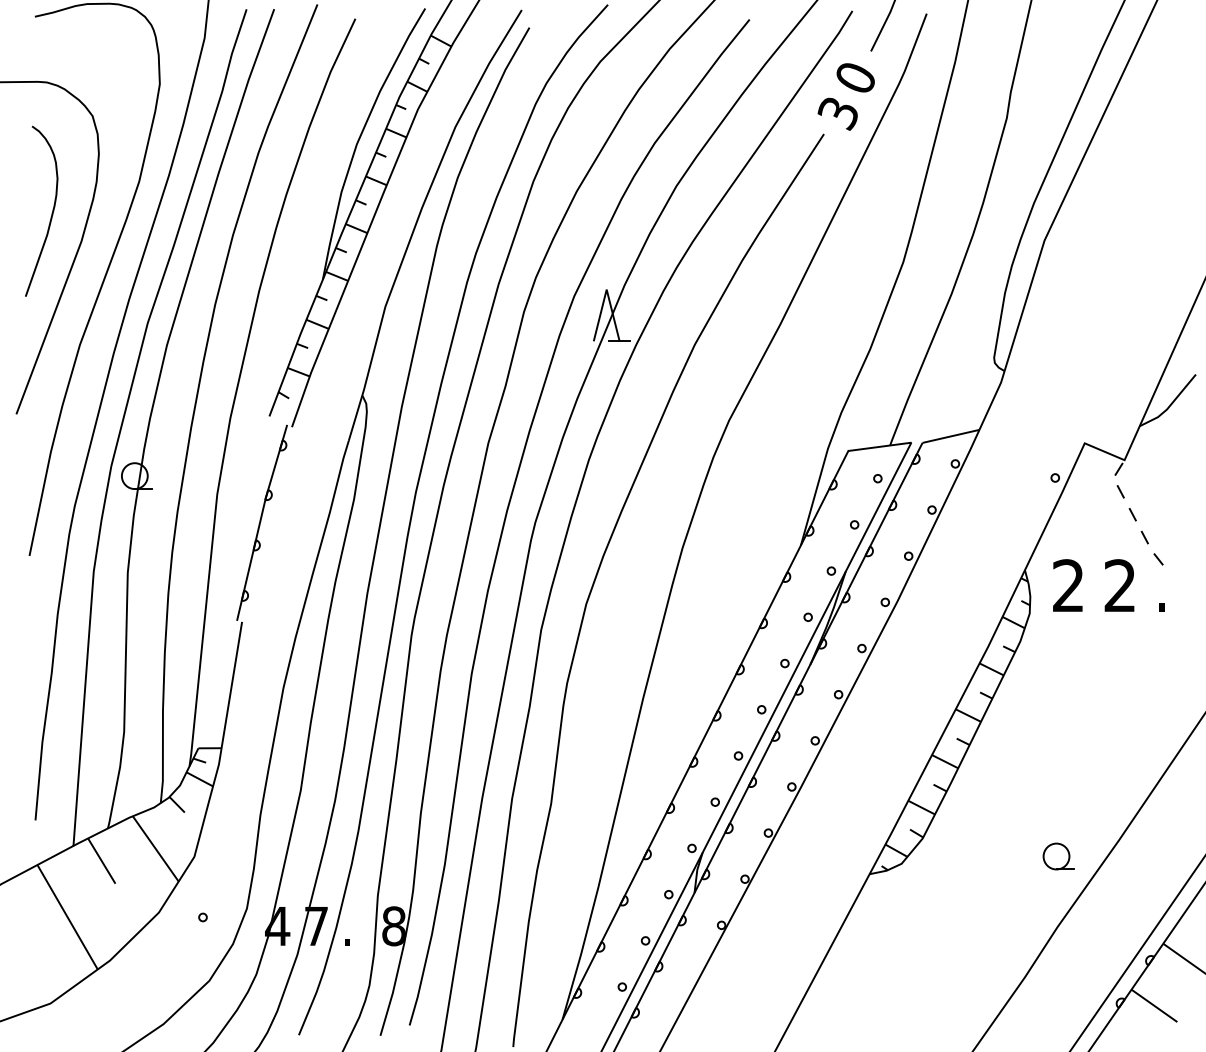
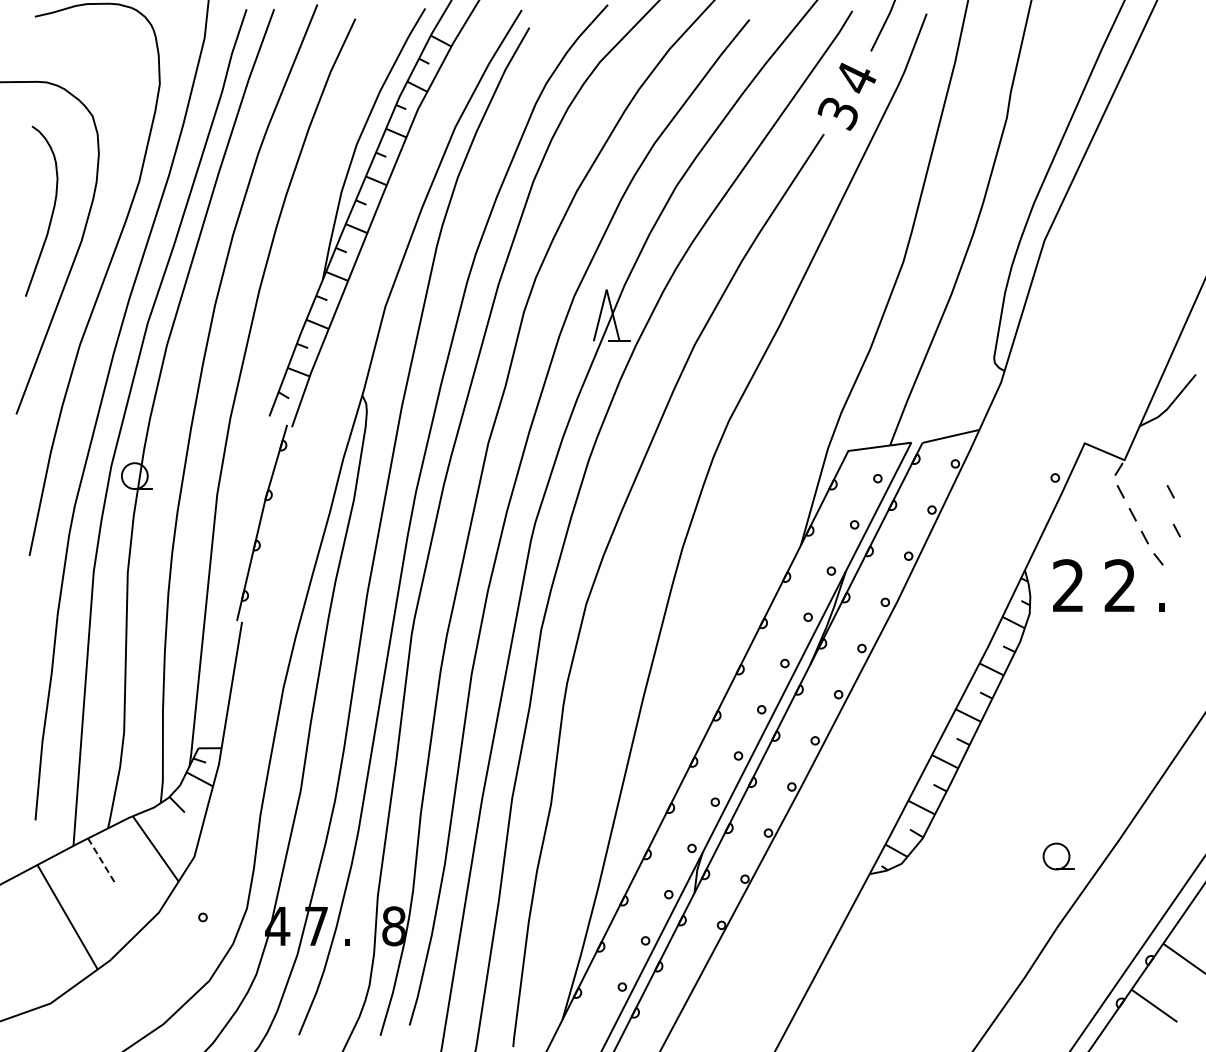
text at (856, 77): 0 -> 4
line at (1170, 491): none -> present
line at (1176, 530): none -> present
line at (102, 861): solid -> dashed
